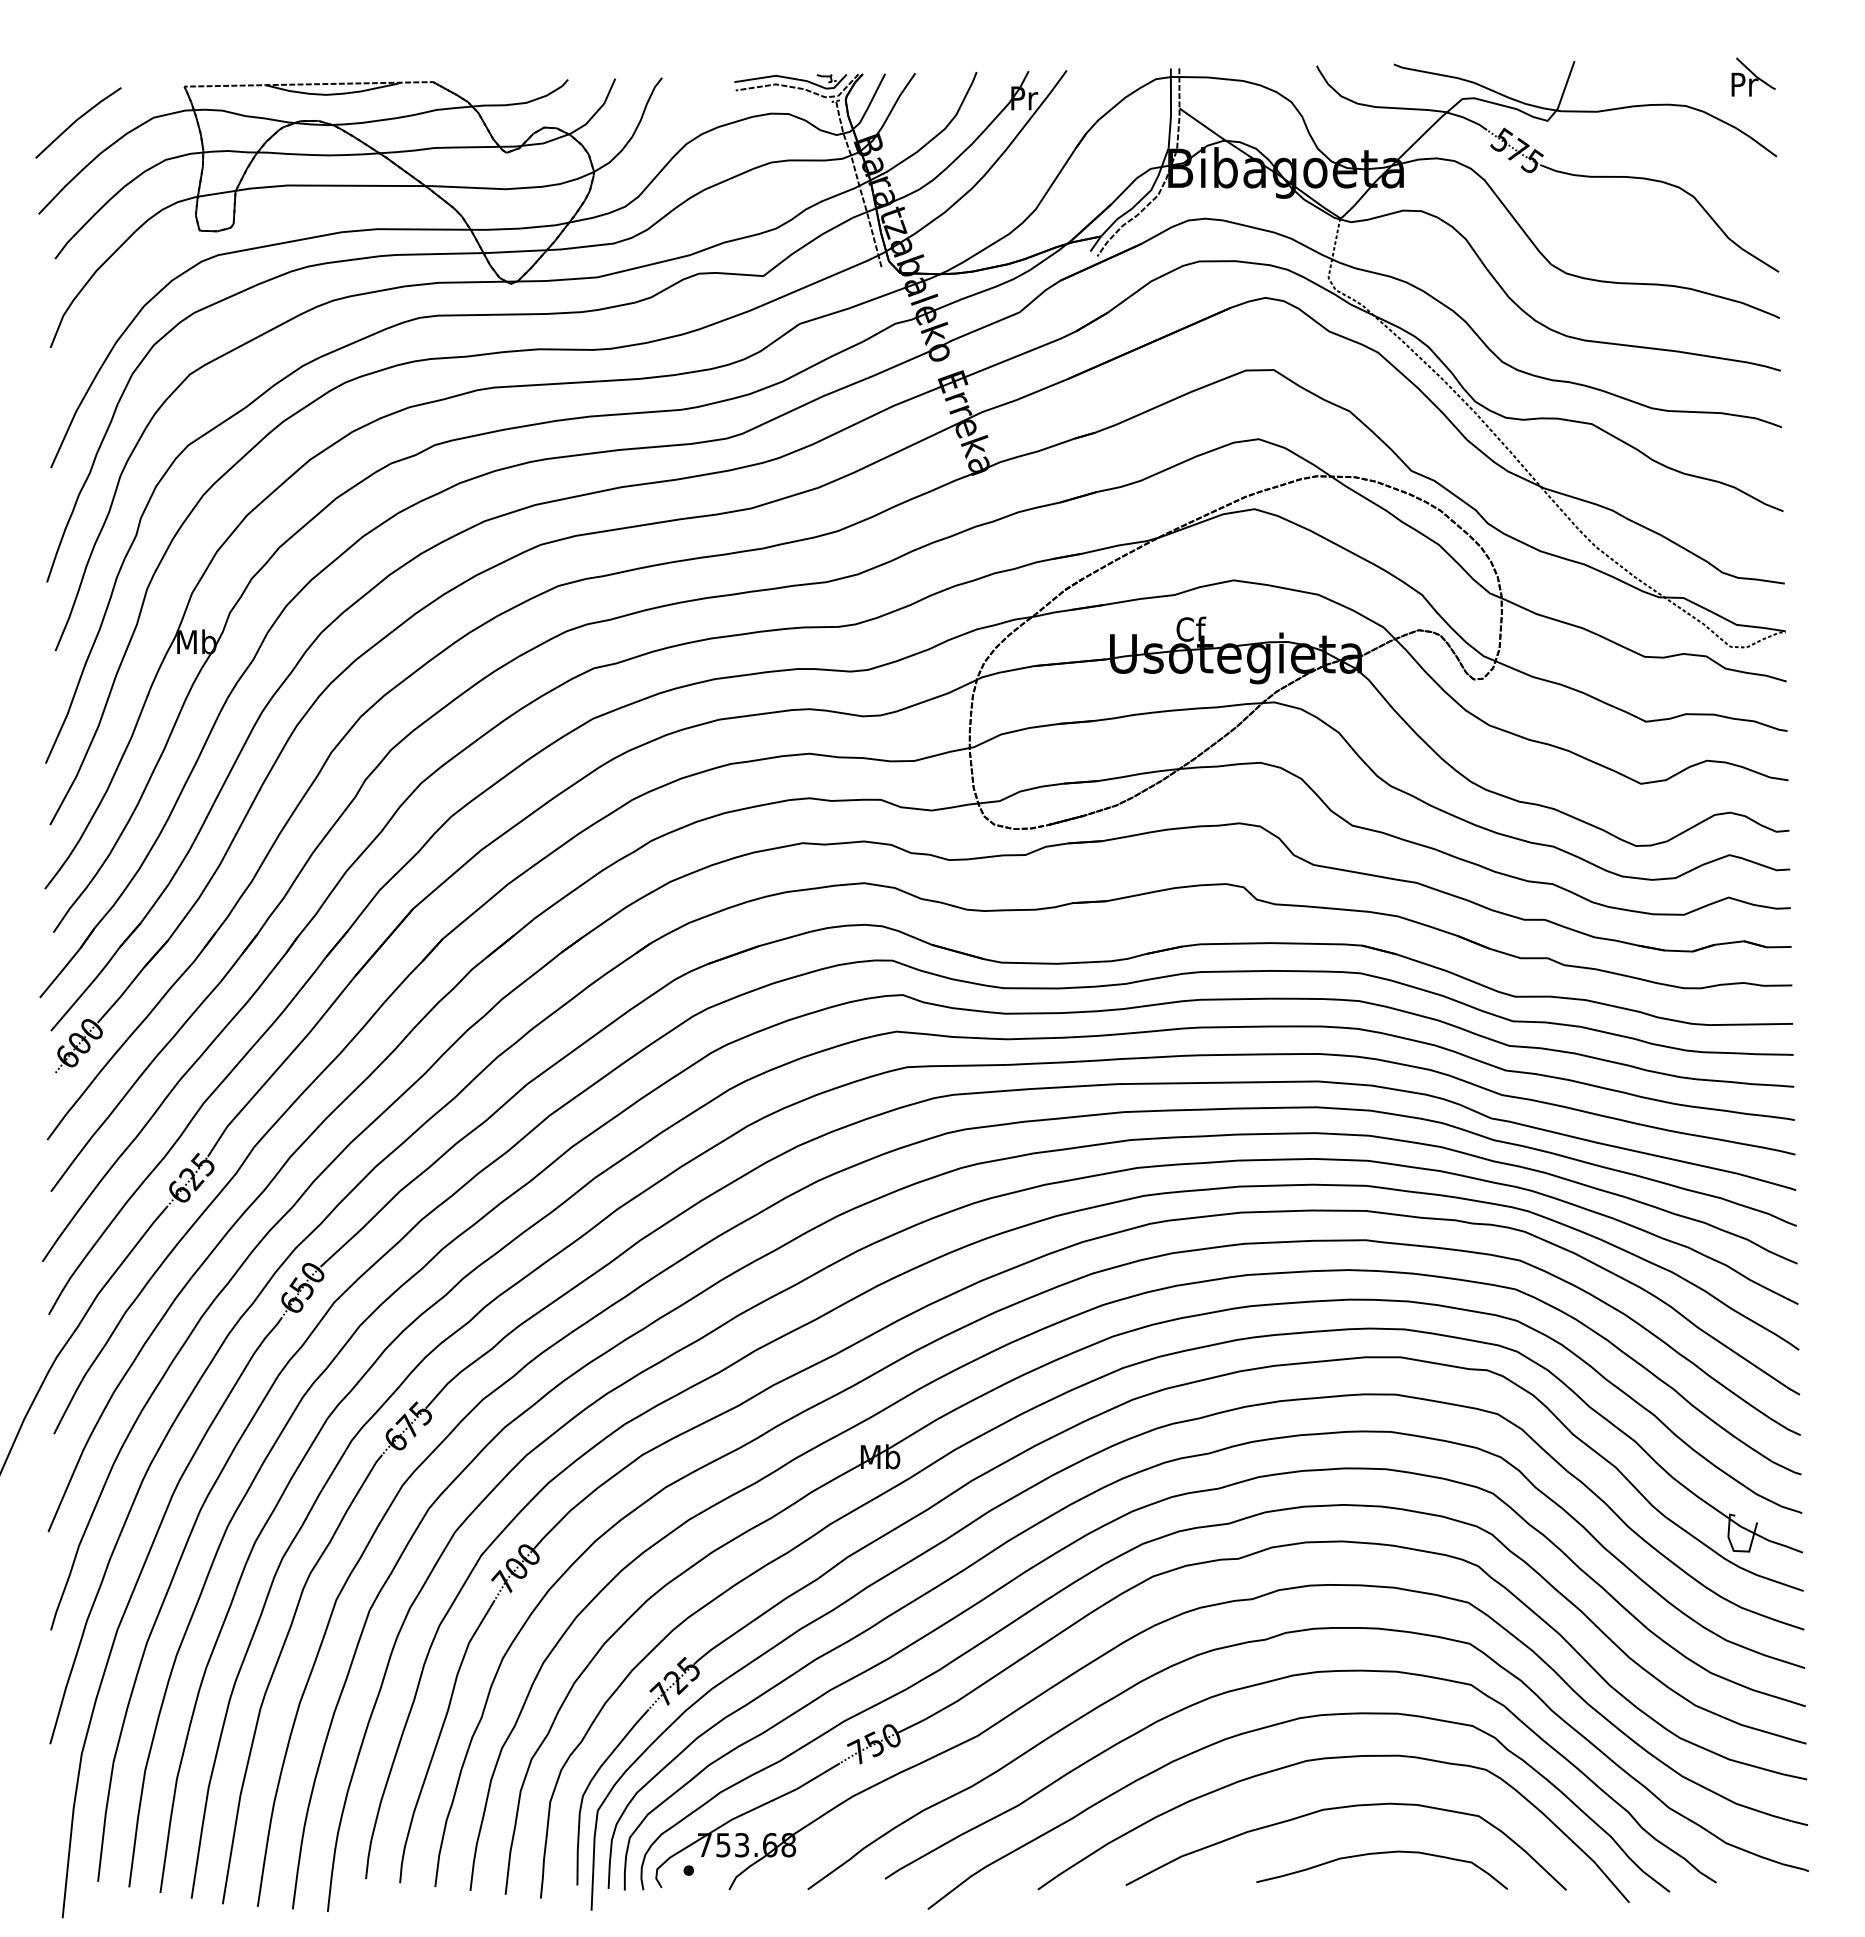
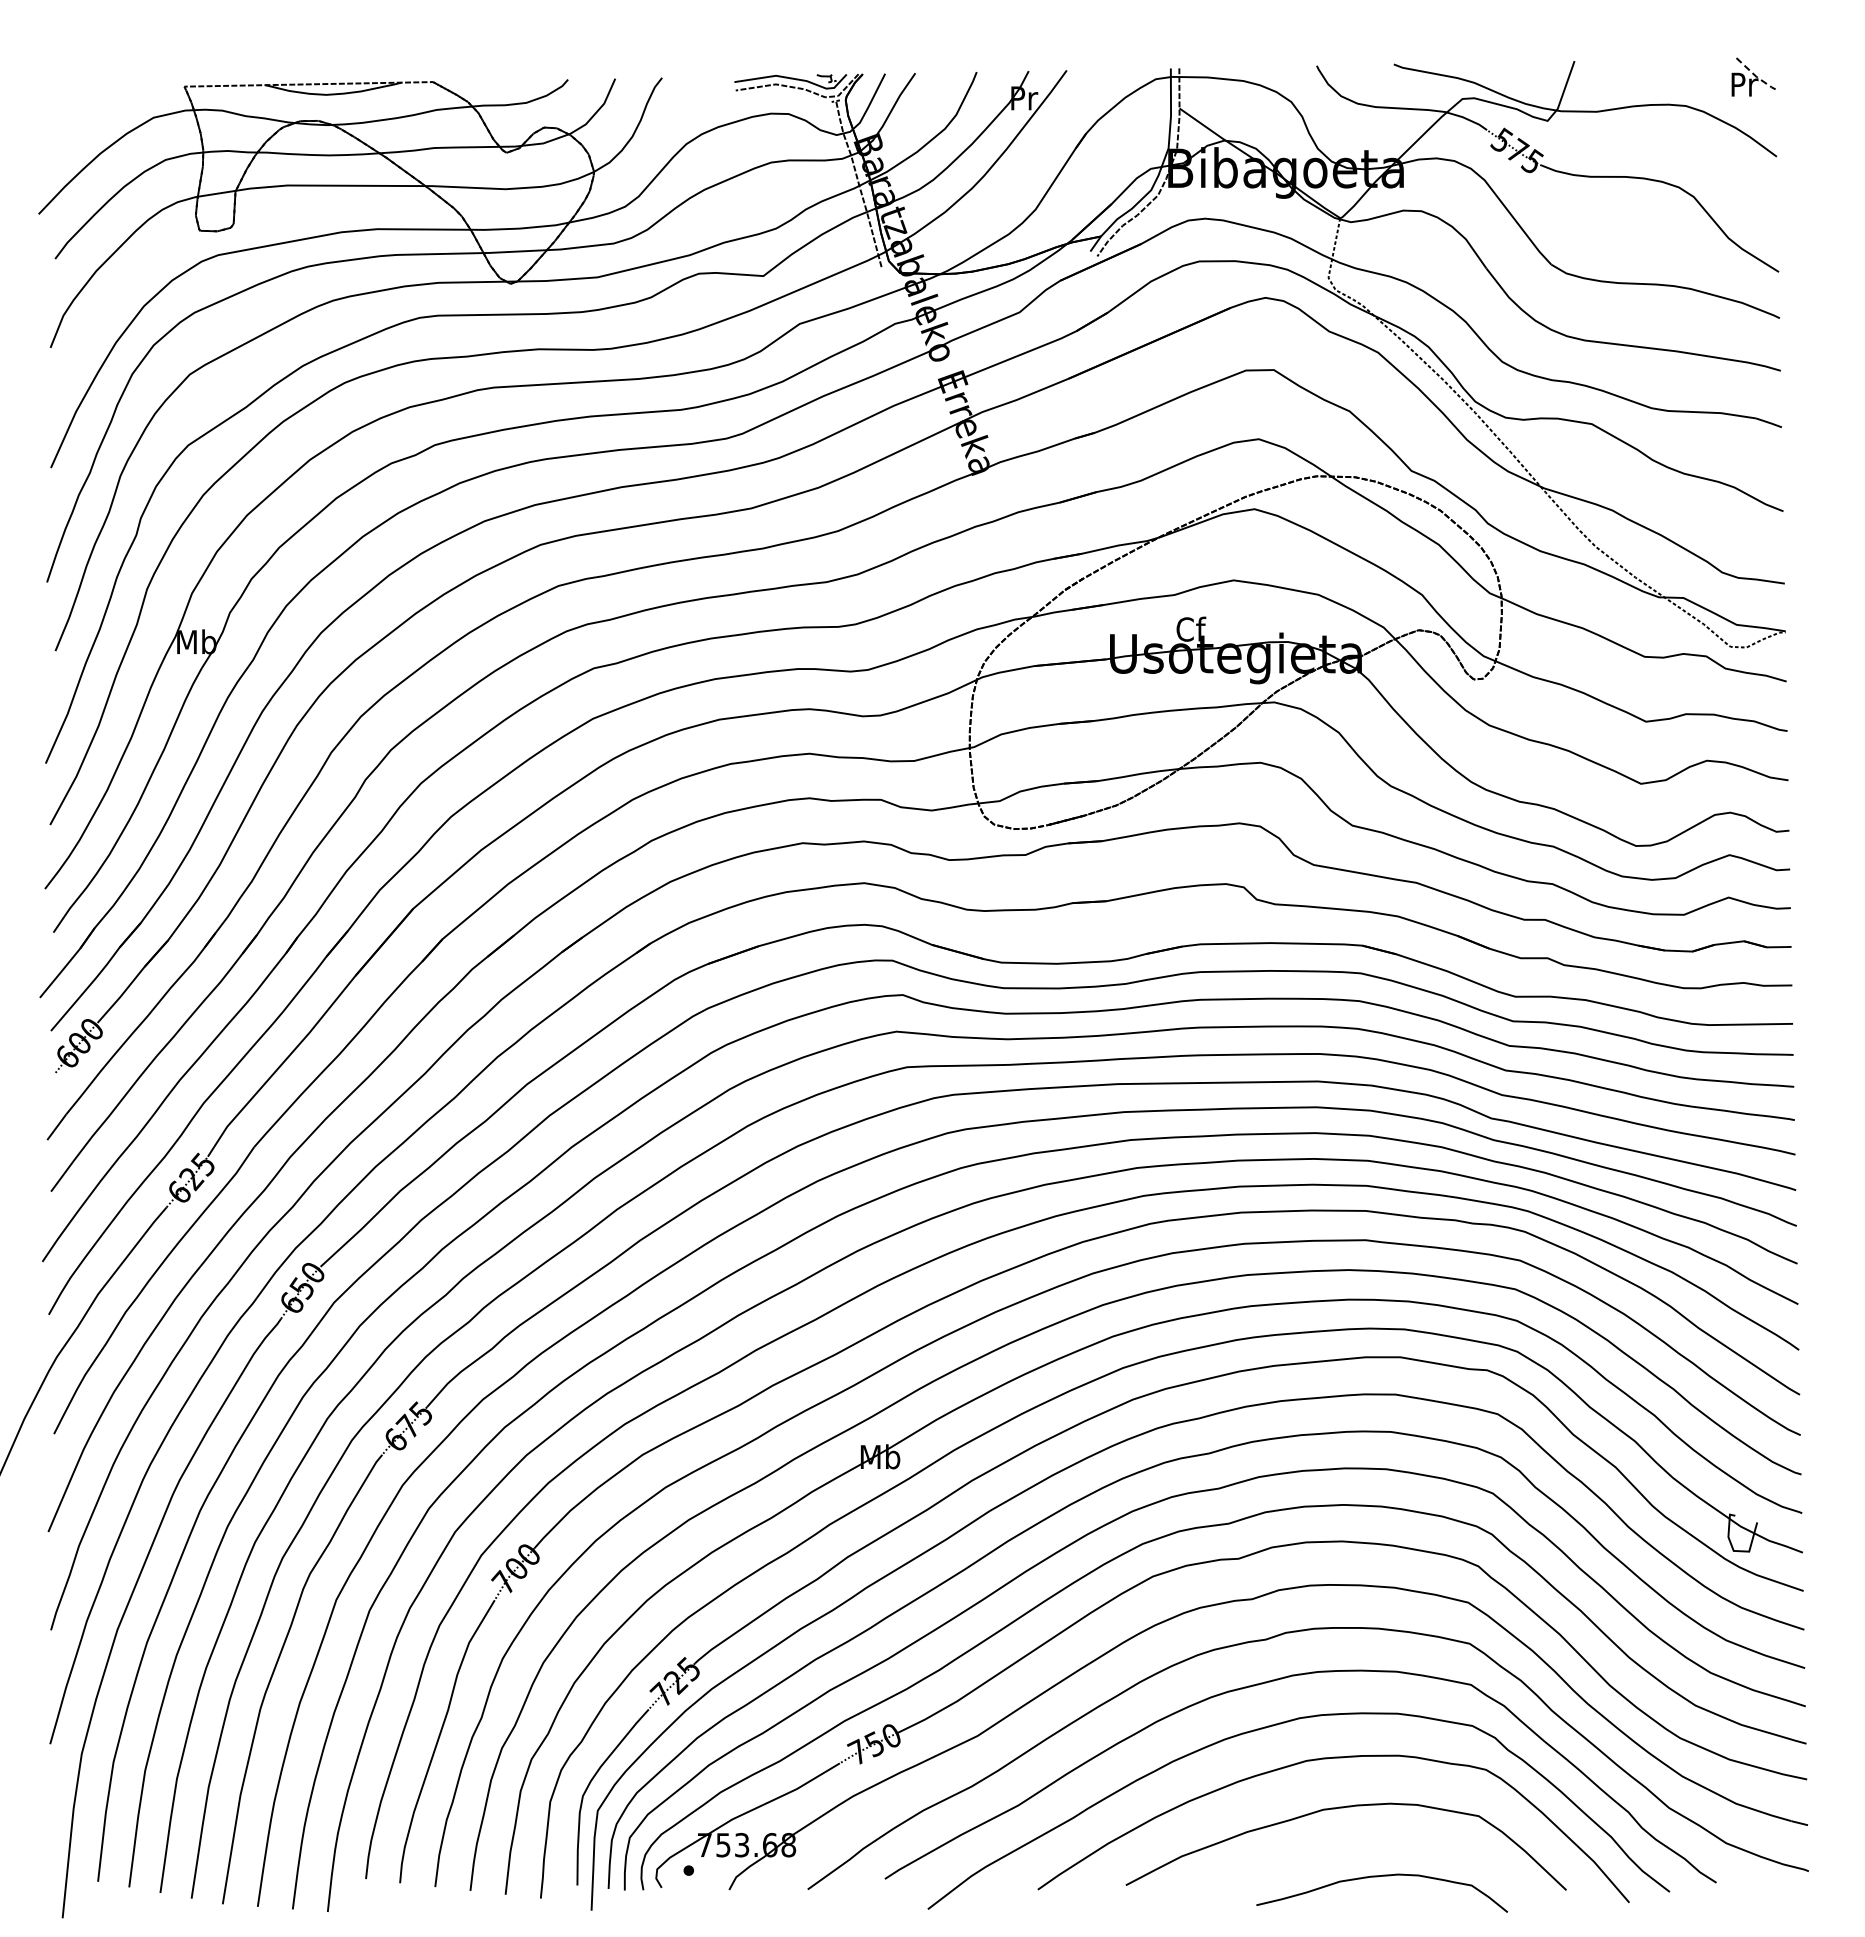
line at (1755, 76): solid -> dashed
line at (78, 120): present -> none
curve at (1378, 1854) position: (1378, 1854) -> (1378, 1877)
